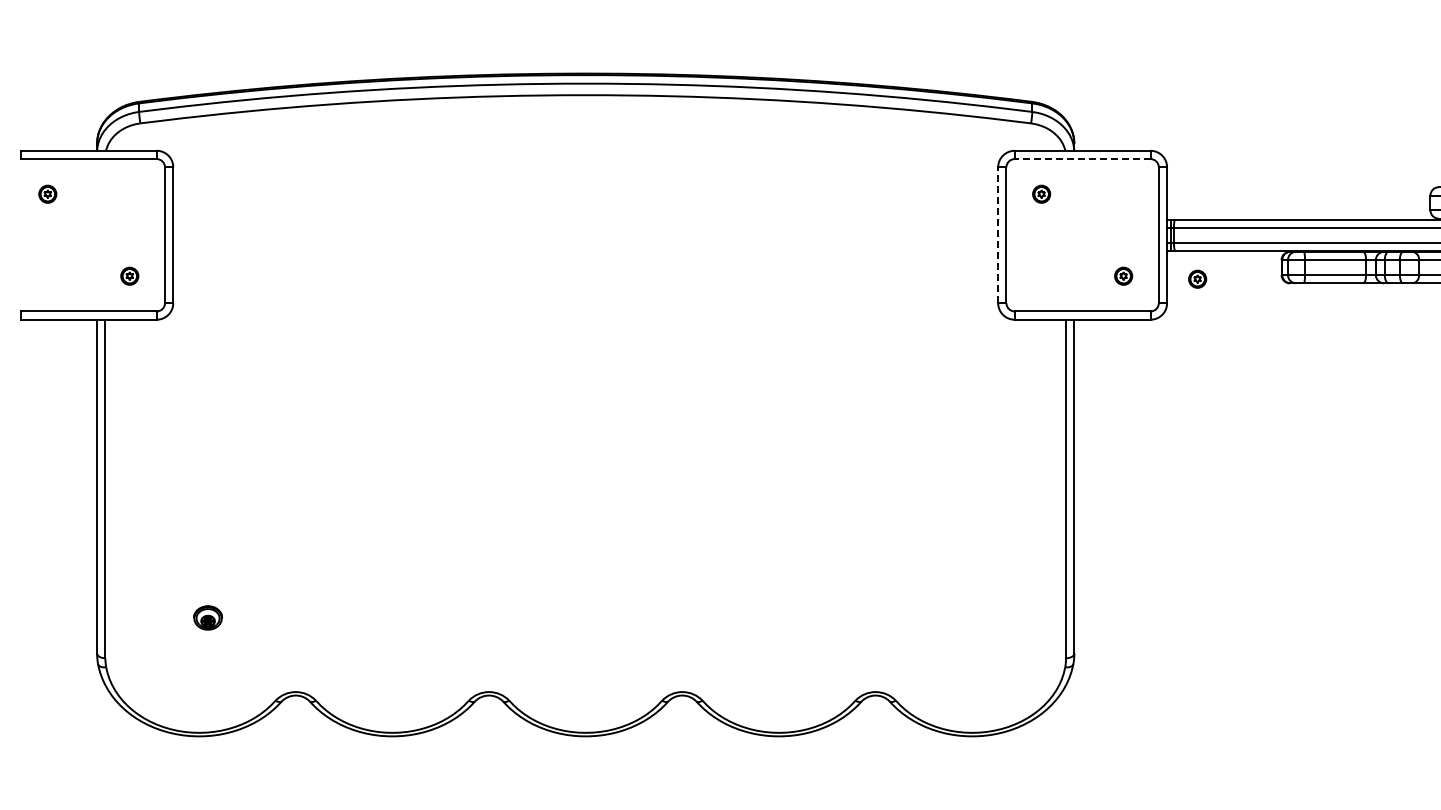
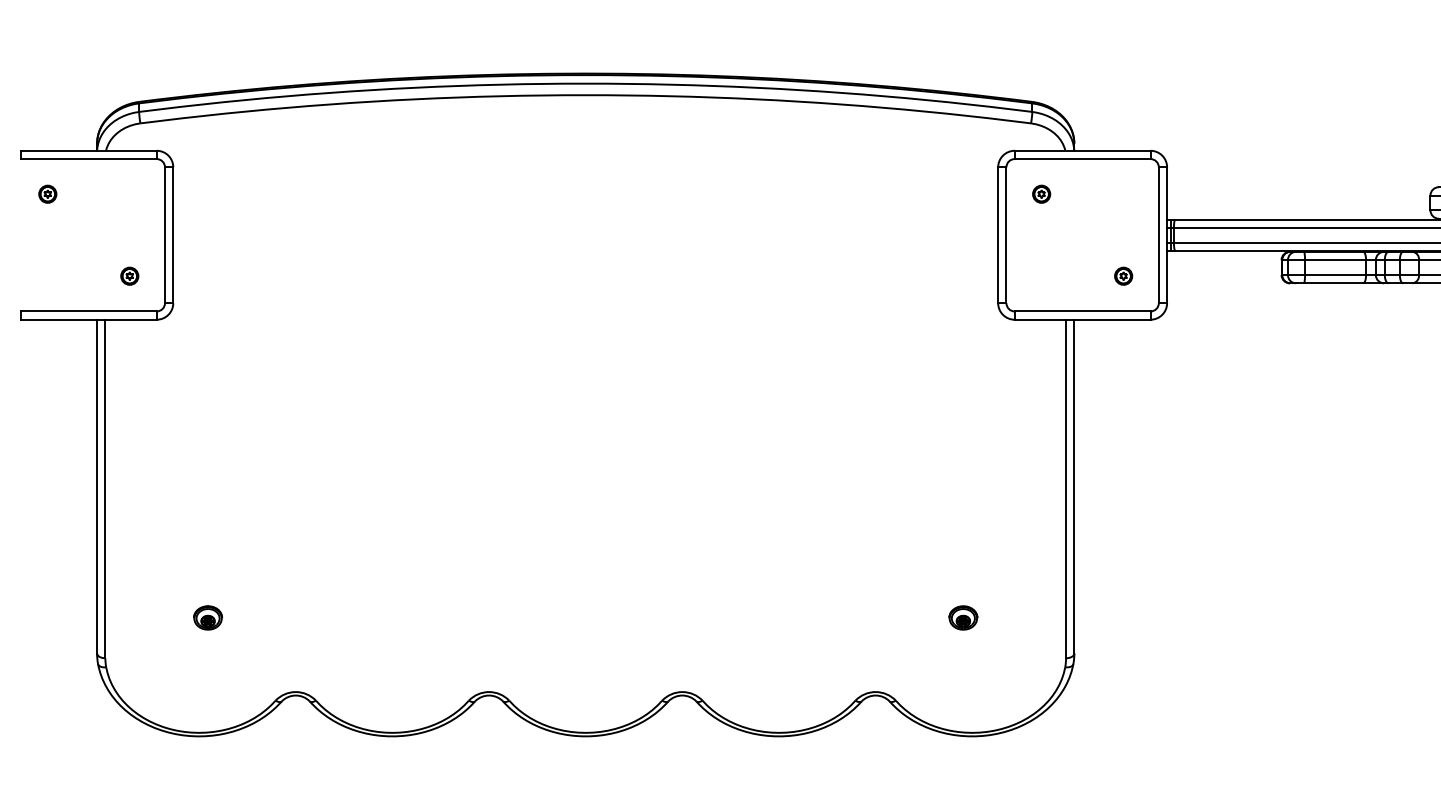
line at (1082, 159): dashed -> solid
line at (998, 235): dashed -> solid
part at (1197, 278): present -> none
part at (963, 617): none -> present
